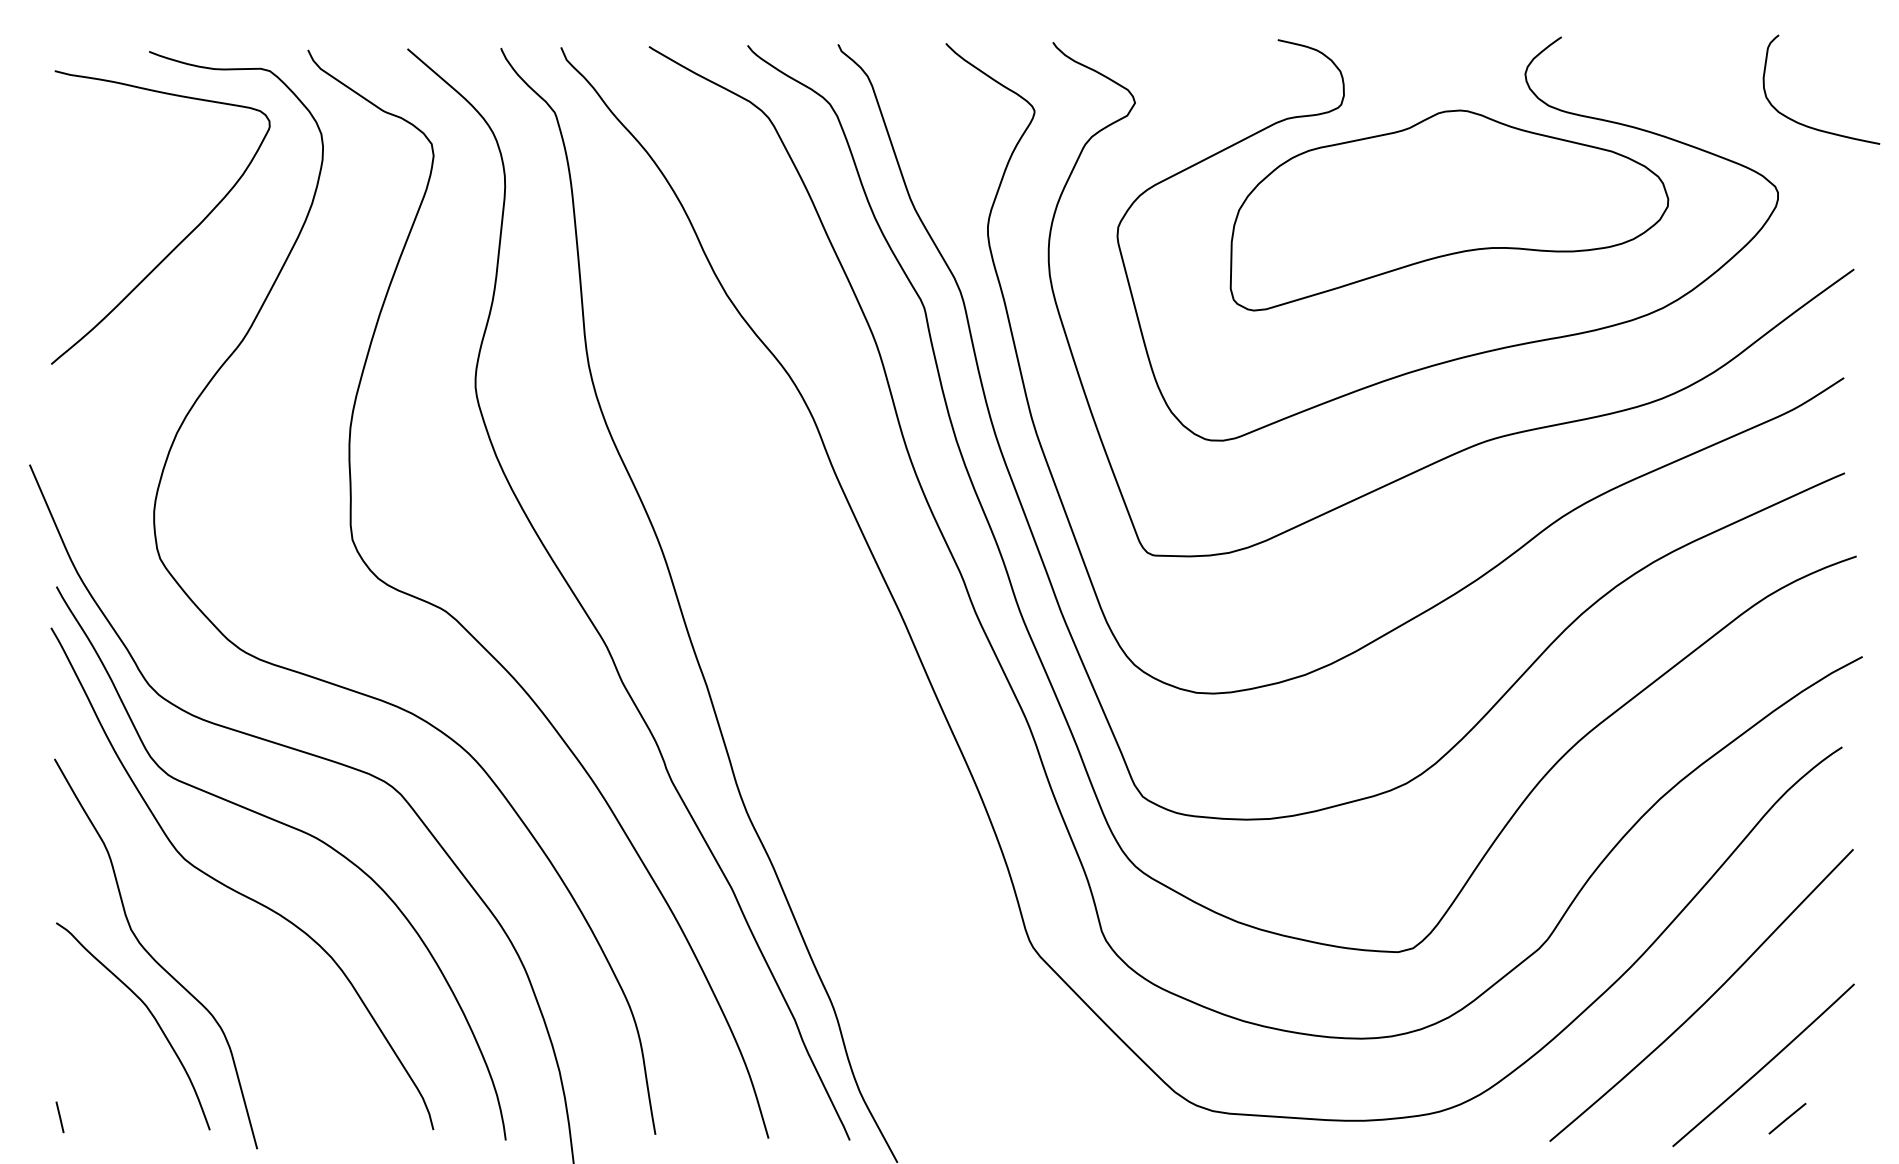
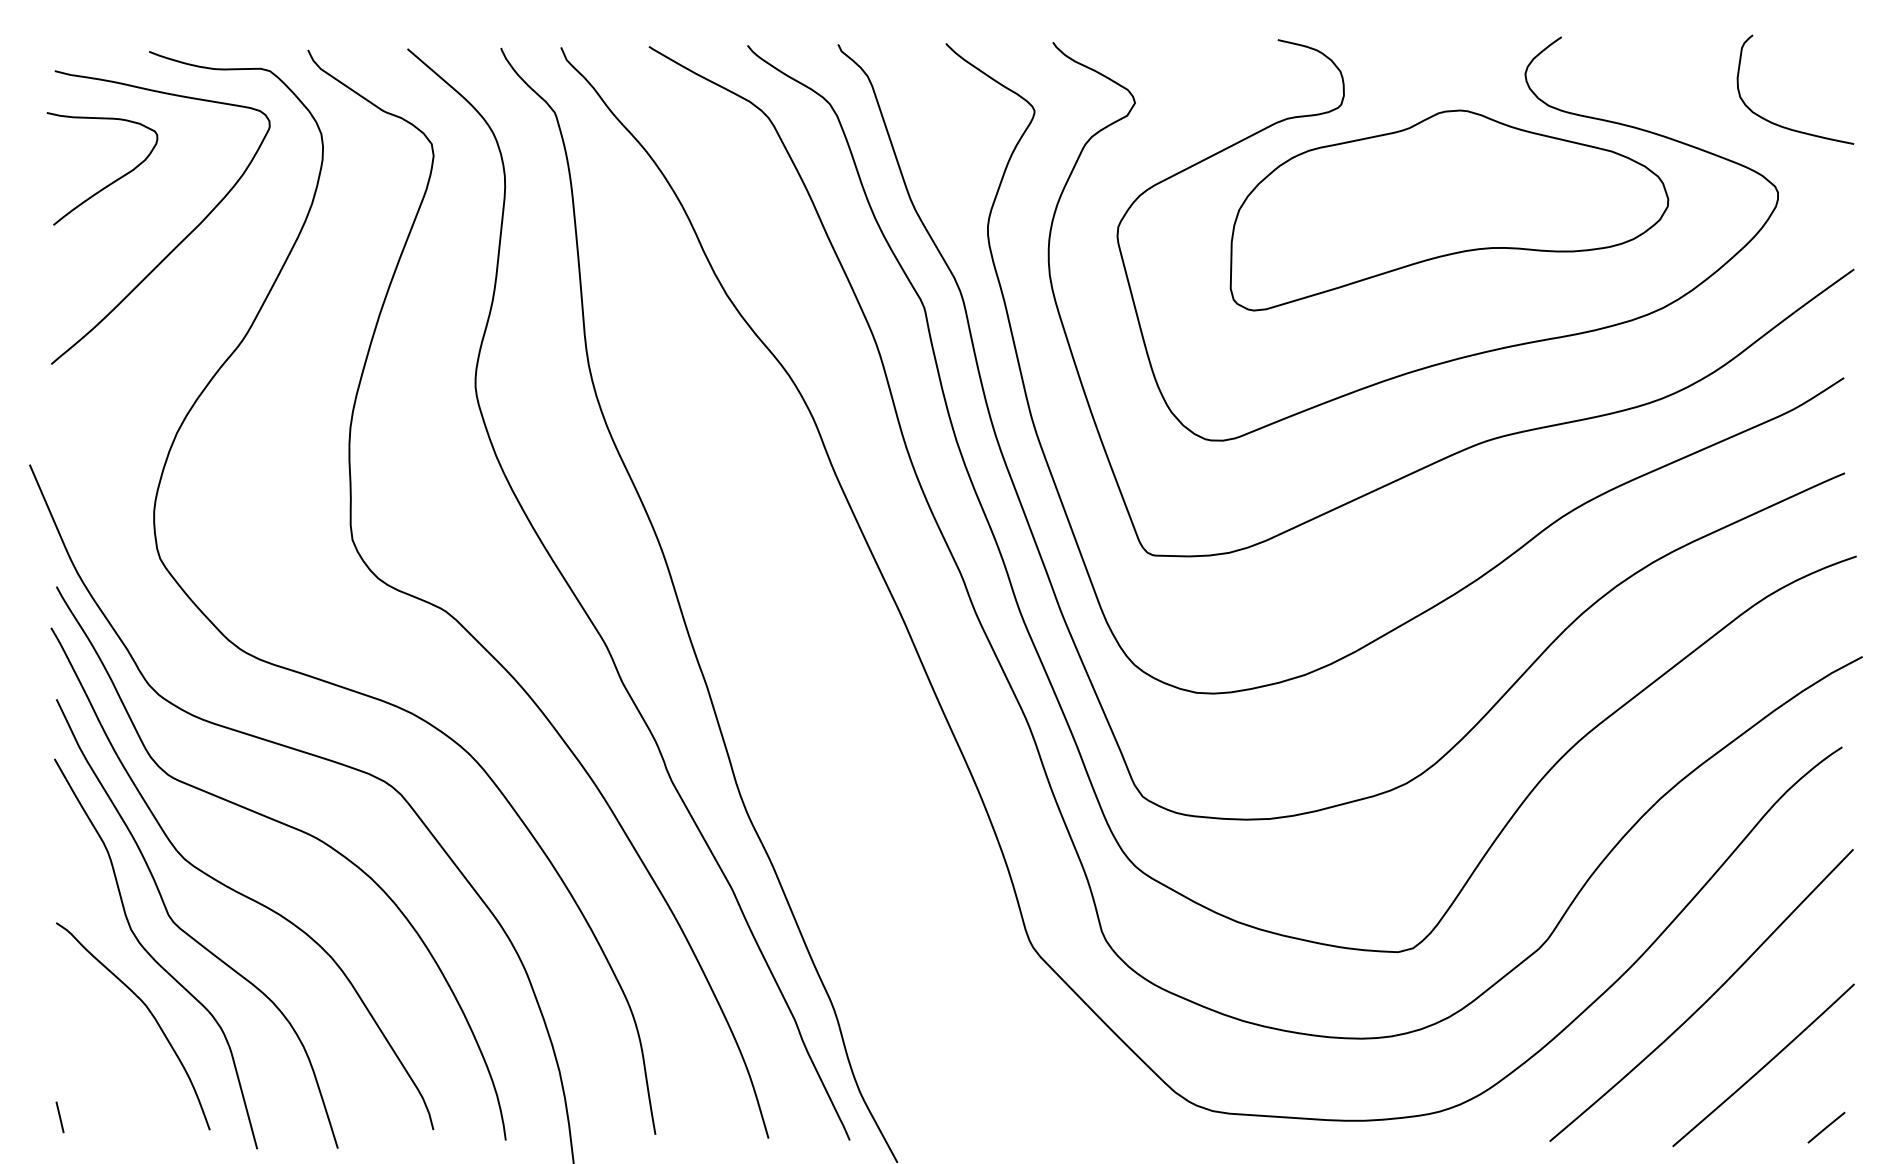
curve at (1805, 124) position: (1805, 124) -> (1779, 124)
curve at (112, 181): none -> present
curve at (188, 933): none -> present
line at (1787, 1118) position: (1787, 1118) -> (1826, 1127)
